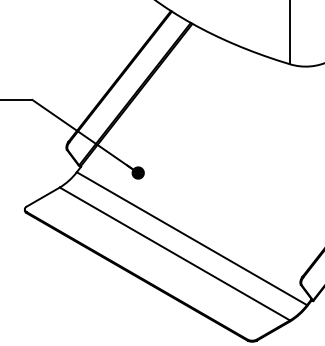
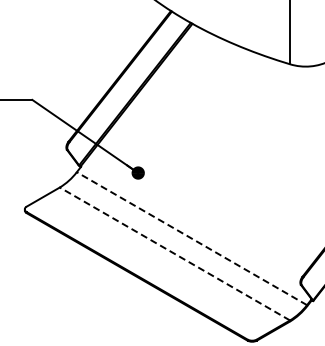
line at (191, 238): solid -> dashed
line at (174, 253): solid -> dashed
